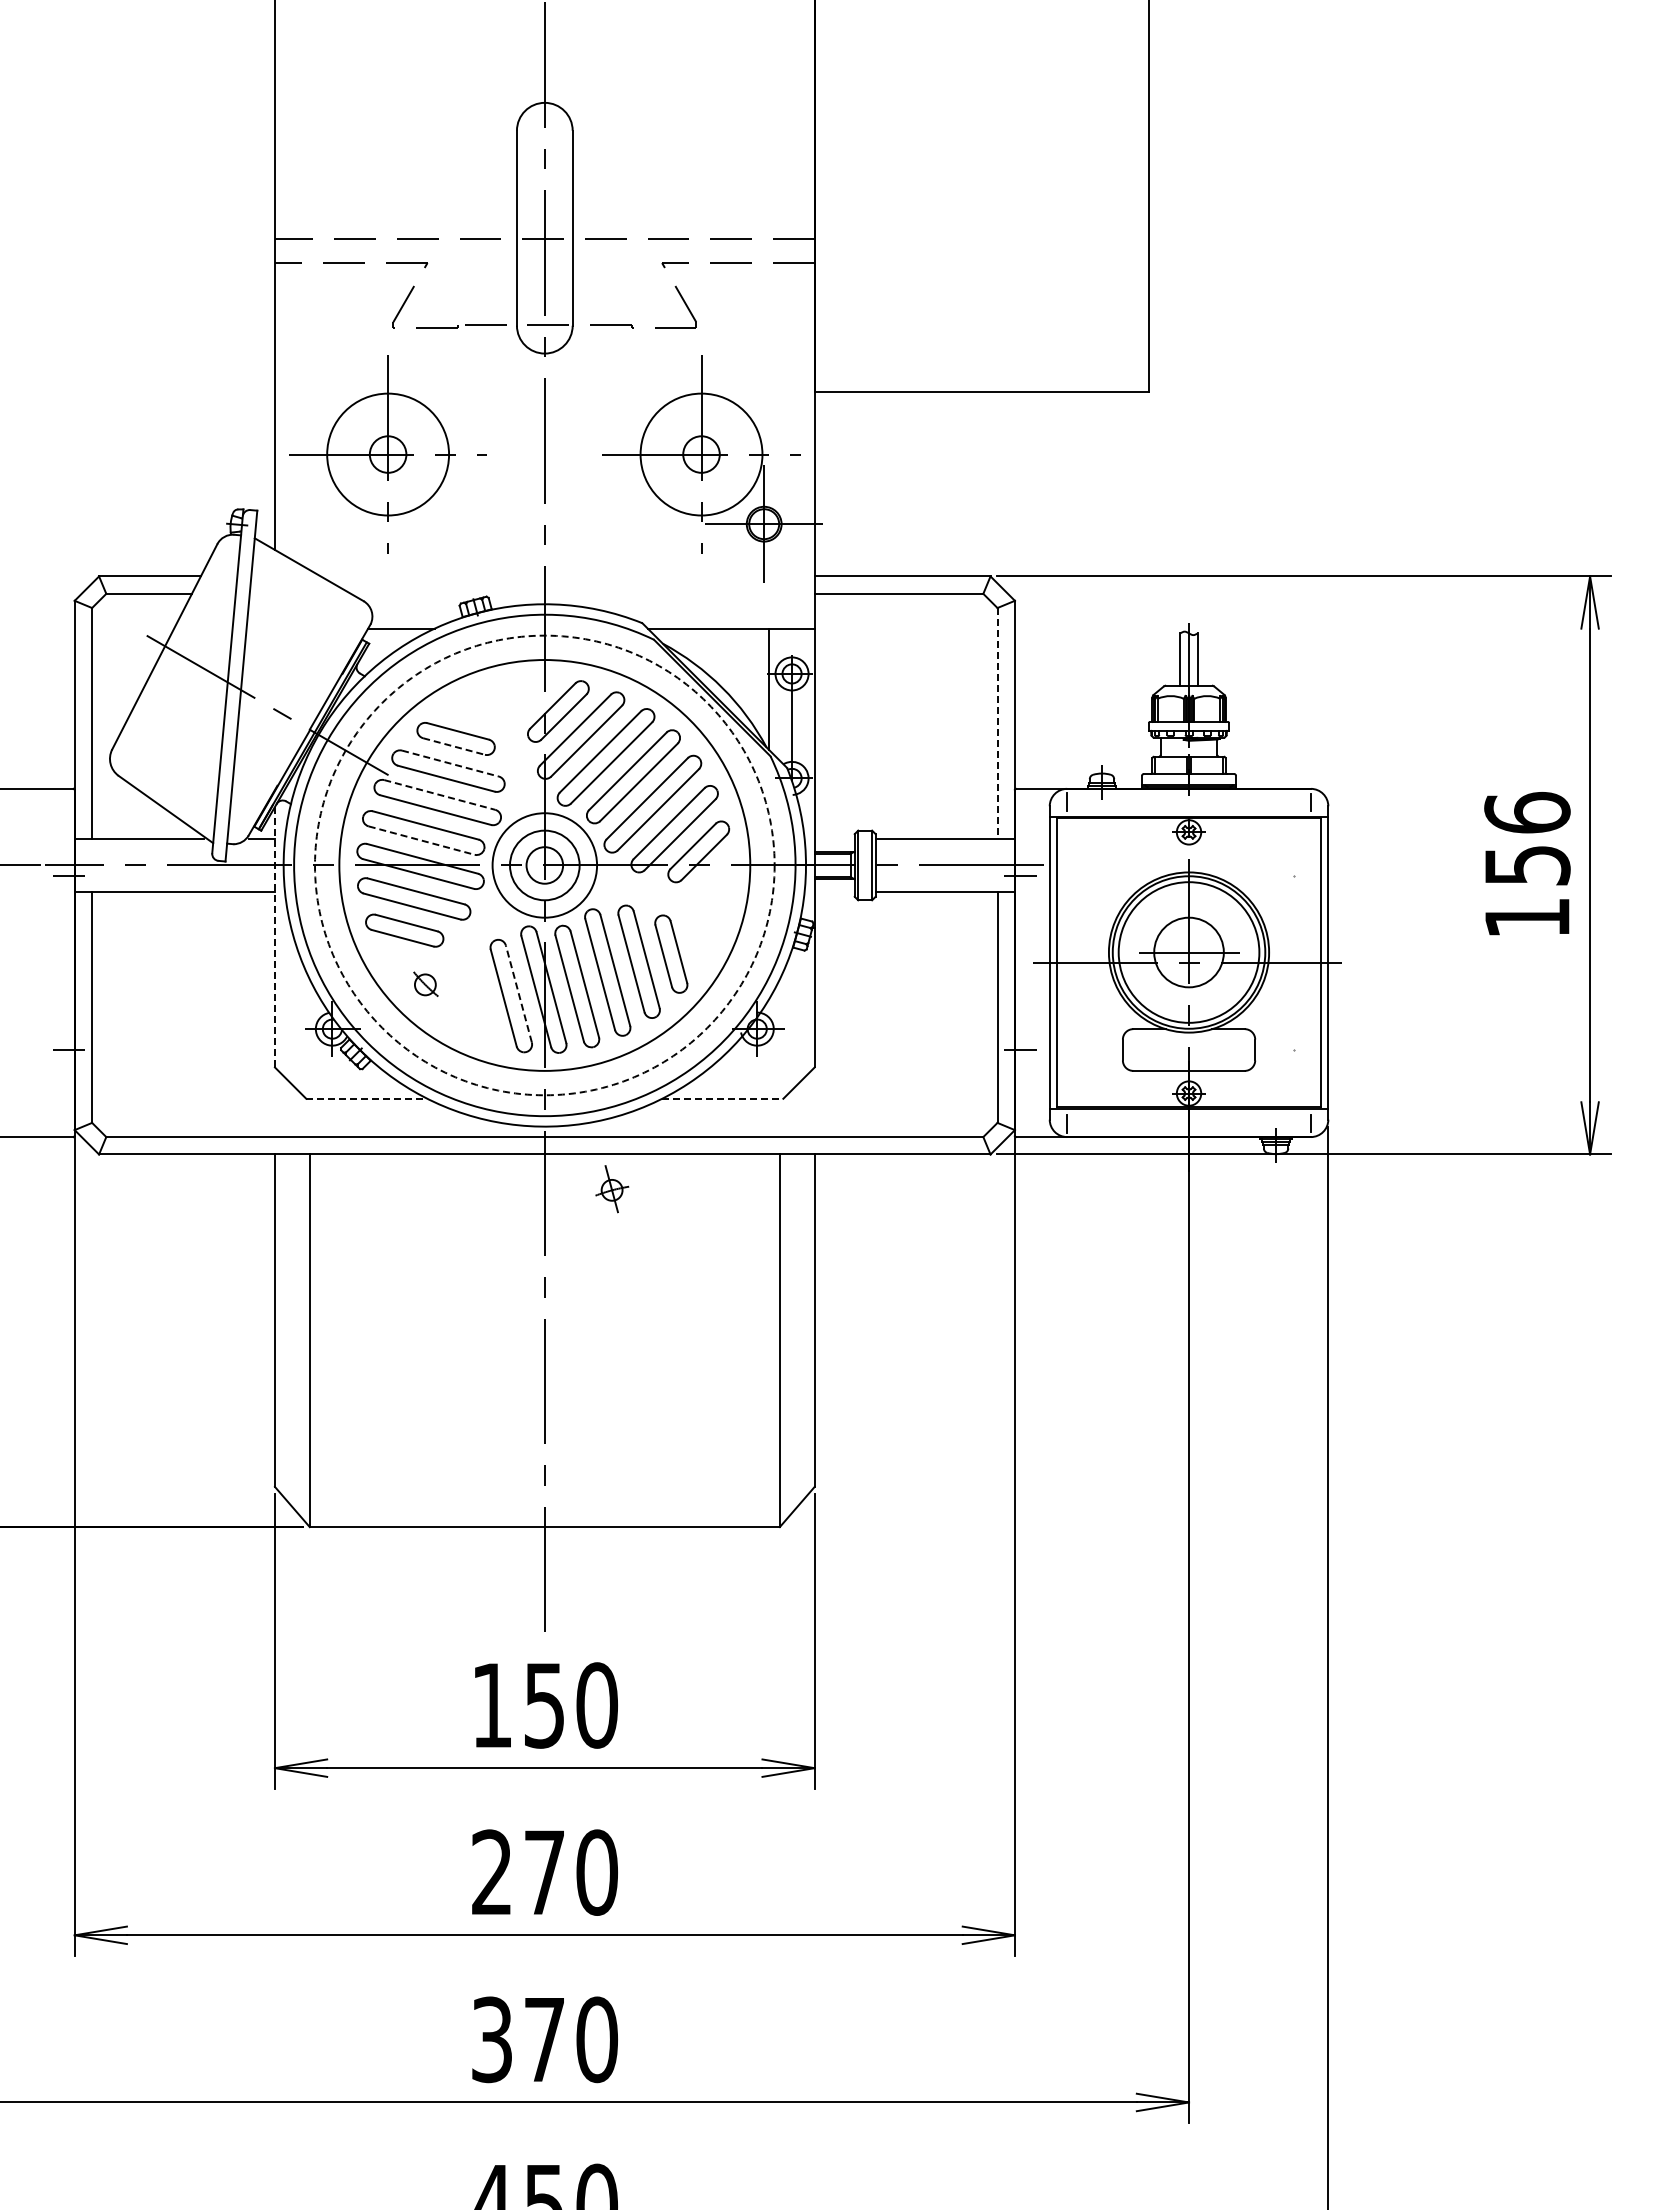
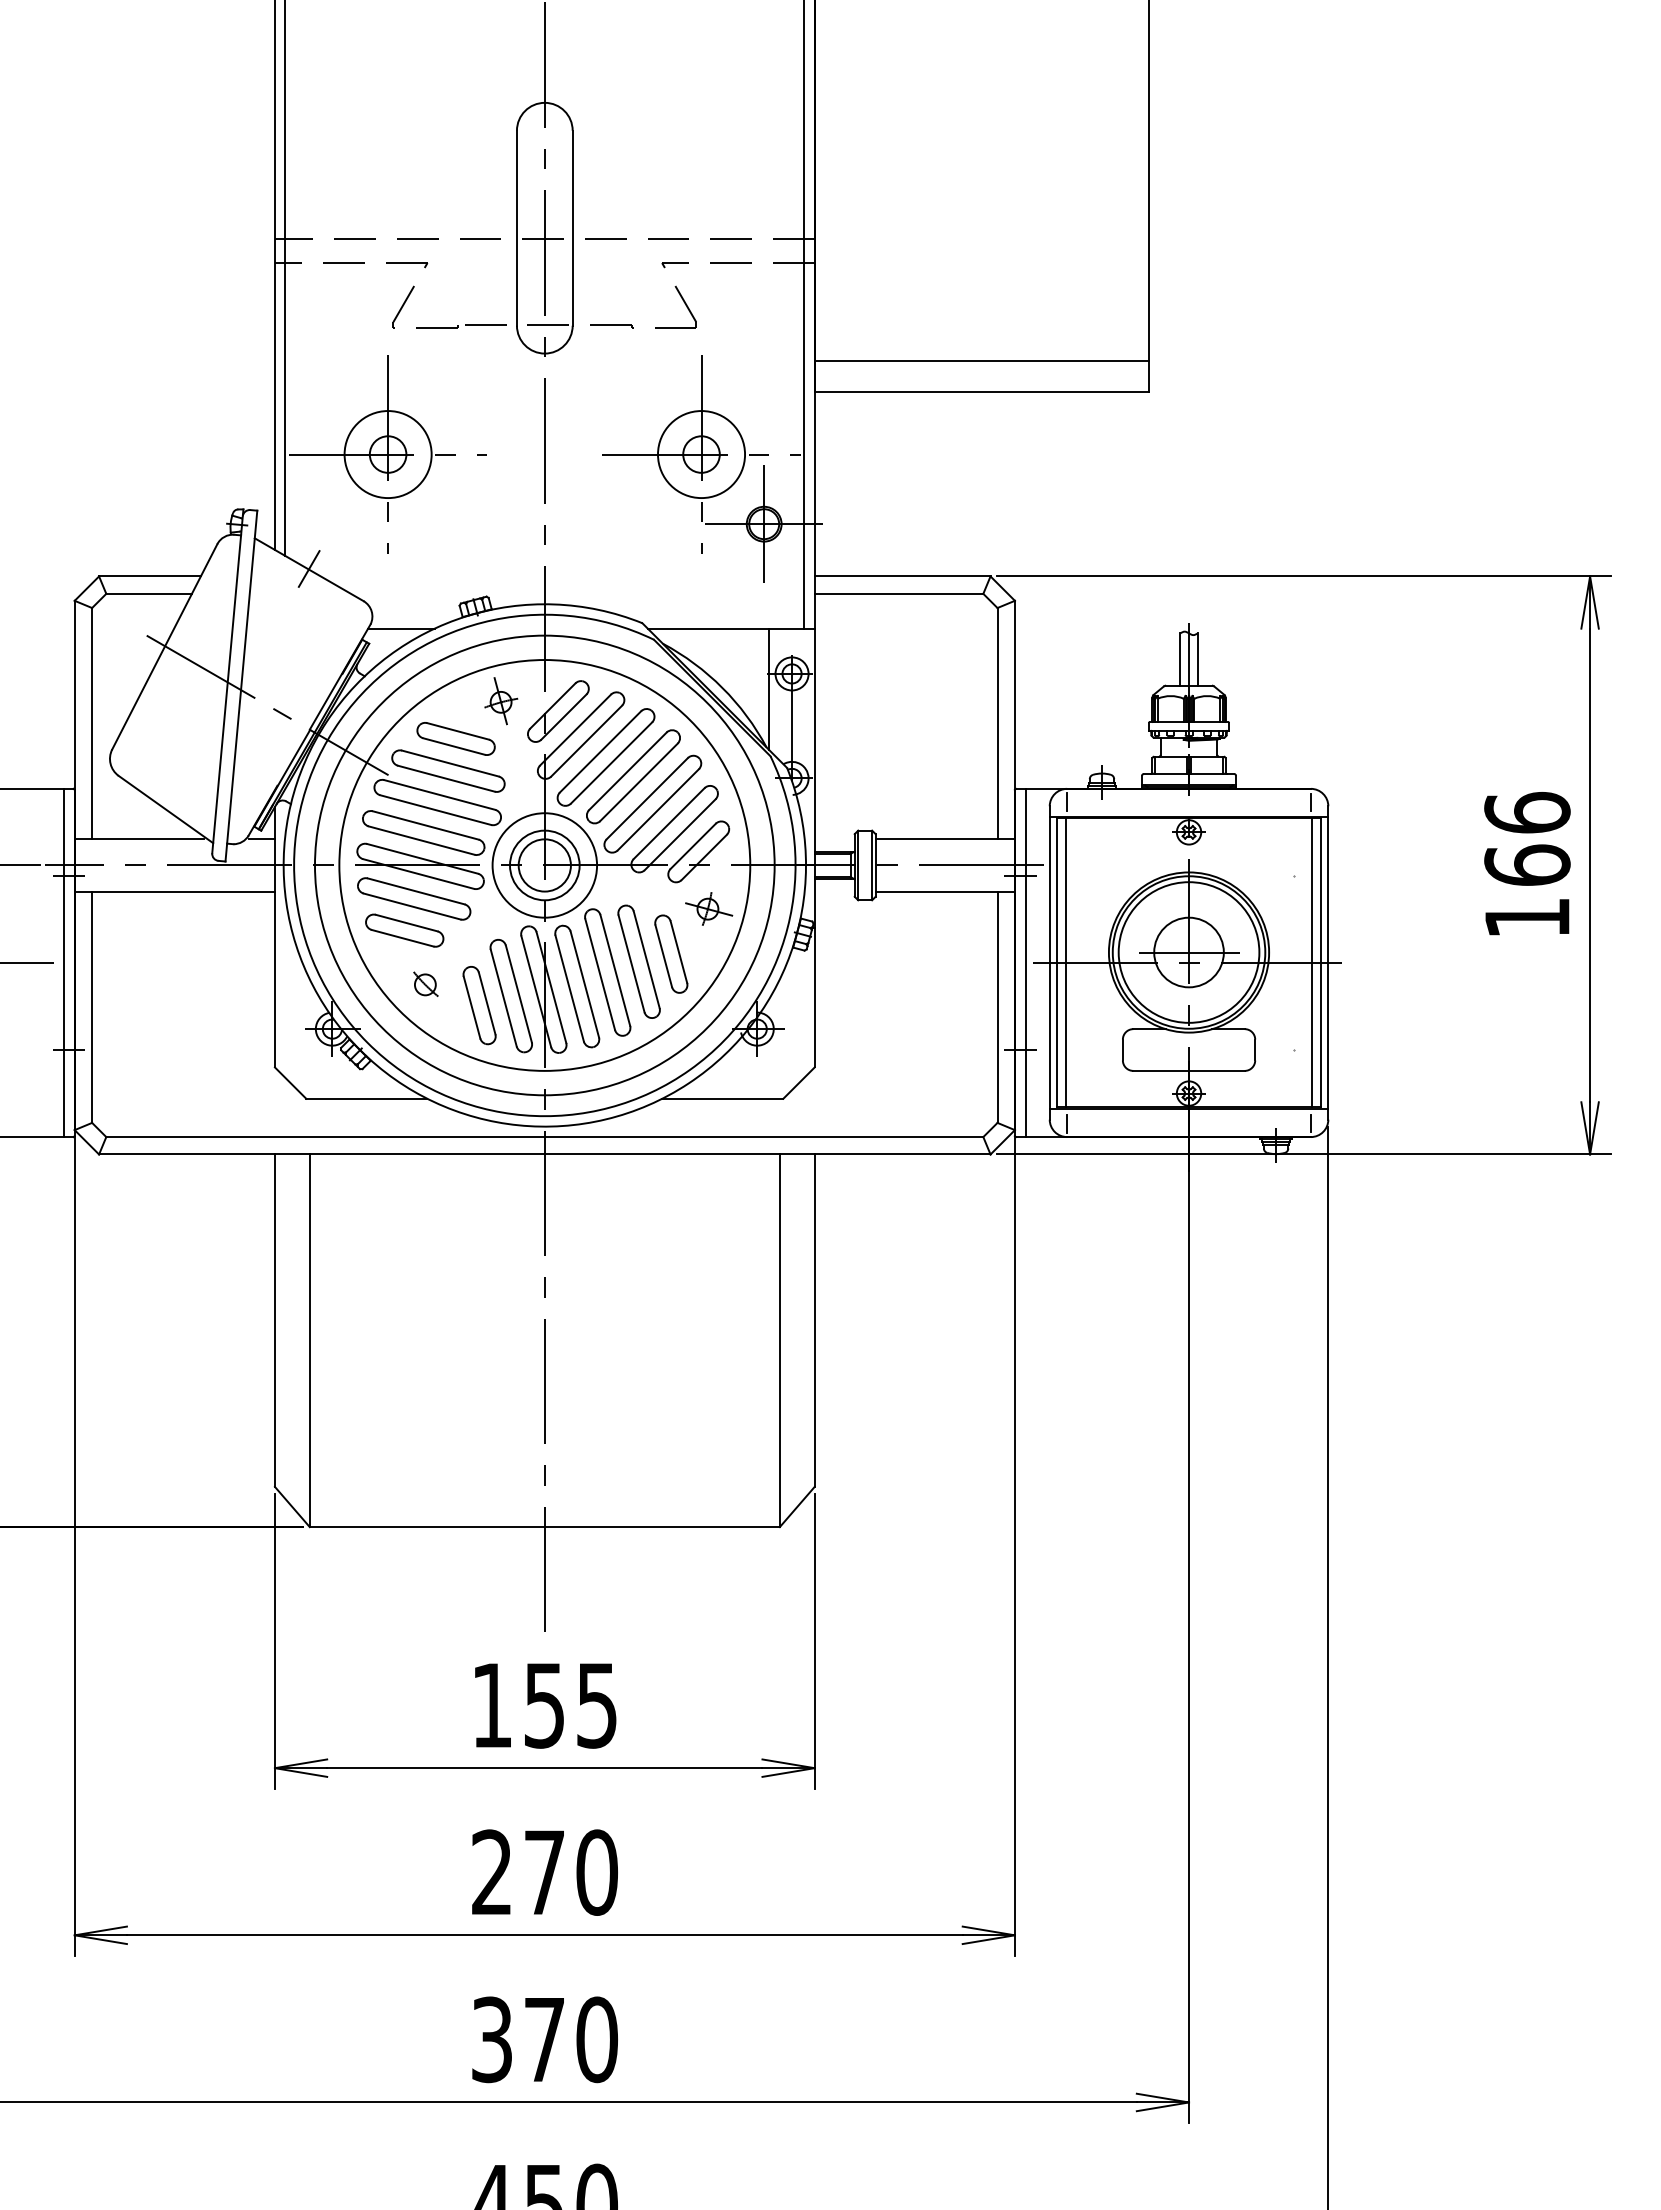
line at (285, 278): none -> present
line at (804, 315): none -> present
line at (981, 360): none -> present
circle at (388, 454) diameter: 122 px -> 87 px
circle at (701, 454) diameter: 122 px -> 87 px
line at (309, 568): none -> present
line at (997, 723): dashed -> solid
line at (454, 746): dashed -> solid
line at (450, 763): dashed -> solid
line at (440, 795): dashed -> solid
line at (421, 840): dashed -> solid
text at (1527, 864): 156 -> 166
circle at (544, 865) diameter: 37 px -> 52 px
circle at (544, 865): dashed -> solid
part at (709, 908): none -> present
line at (274, 937): dashed -> solid
line at (27, 962): none -> present
line at (63, 962): none -> present
line at (1026, 962): none -> present
line at (1066, 962): none -> present
line at (1311, 962): none -> present
line at (518, 993): dashed -> solid
part at (479, 1005): none -> present
line at (366, 1098): dashed -> solid
line at (722, 1098): dashed -> solid
part at (612, 1189) position: (612, 1189) -> (501, 701)
text at (596, 1705): 150 -> 155
